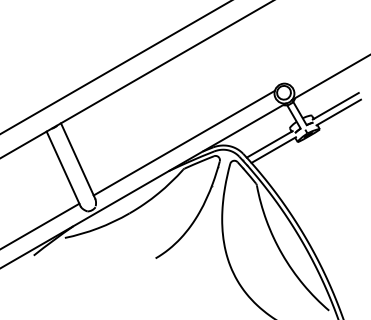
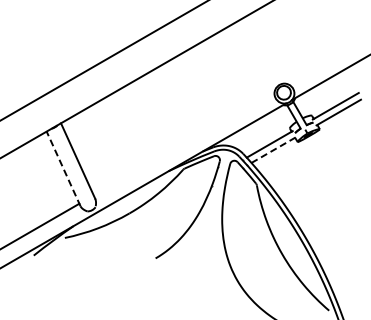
line at (115, 67) position: (115, 67) -> (103, 60)
line at (183, 142): present -> none
line at (273, 150): solid -> dashed
line at (63, 168): solid -> dashed
